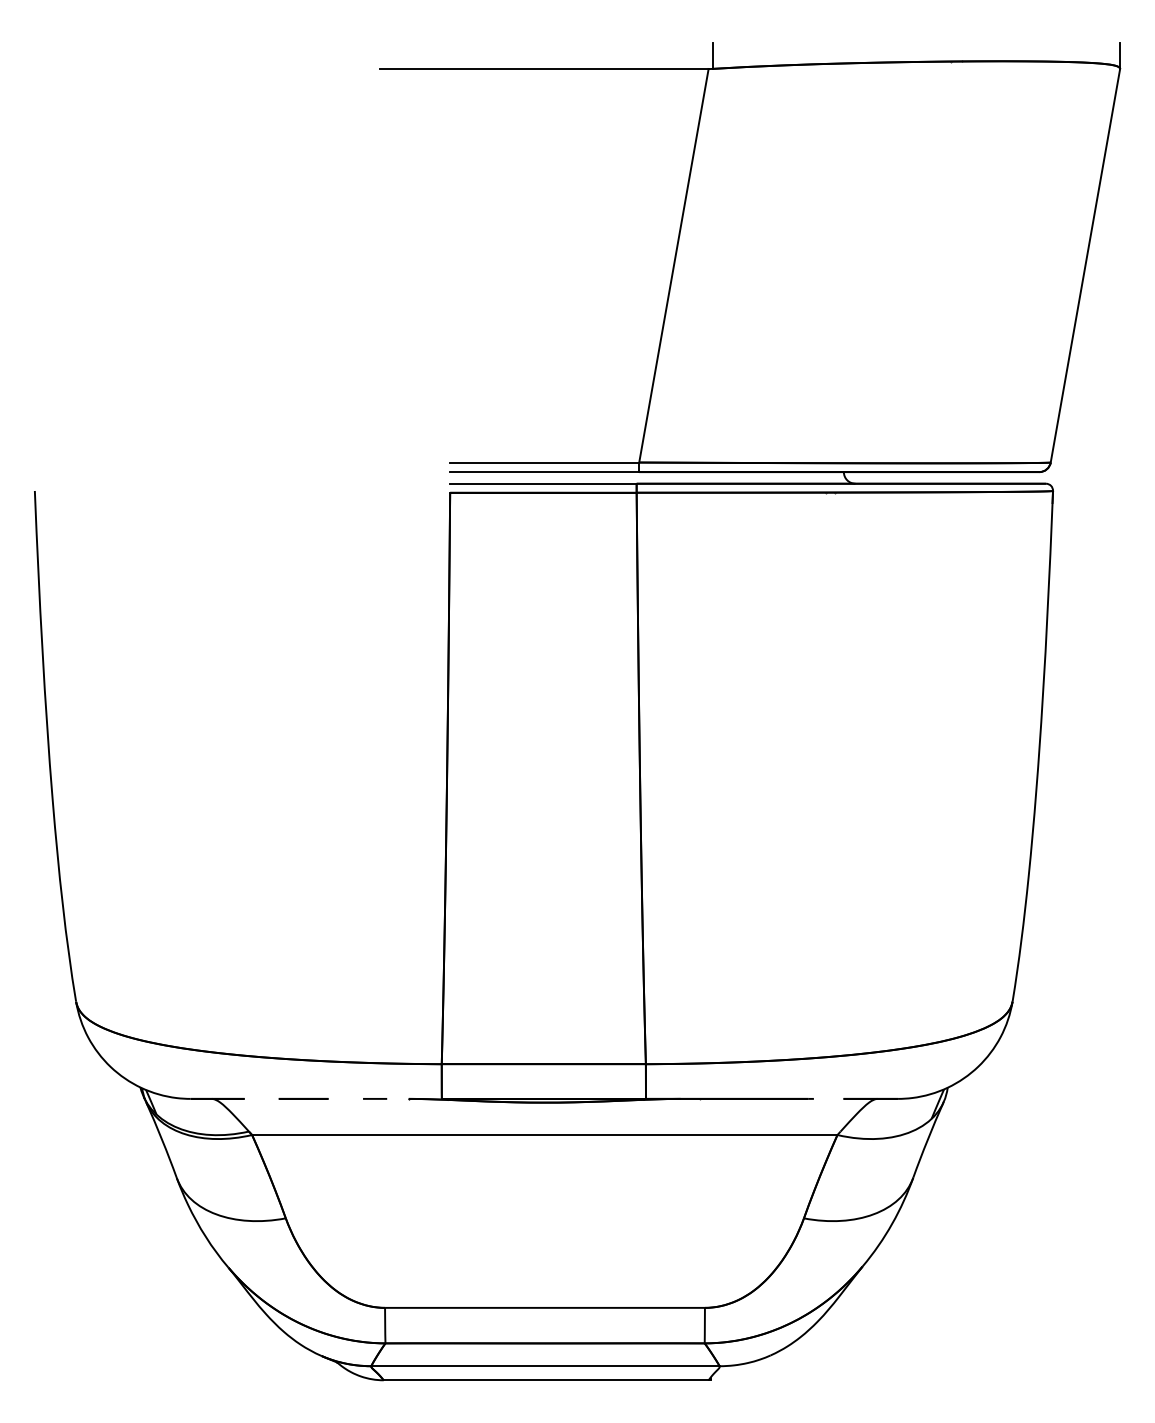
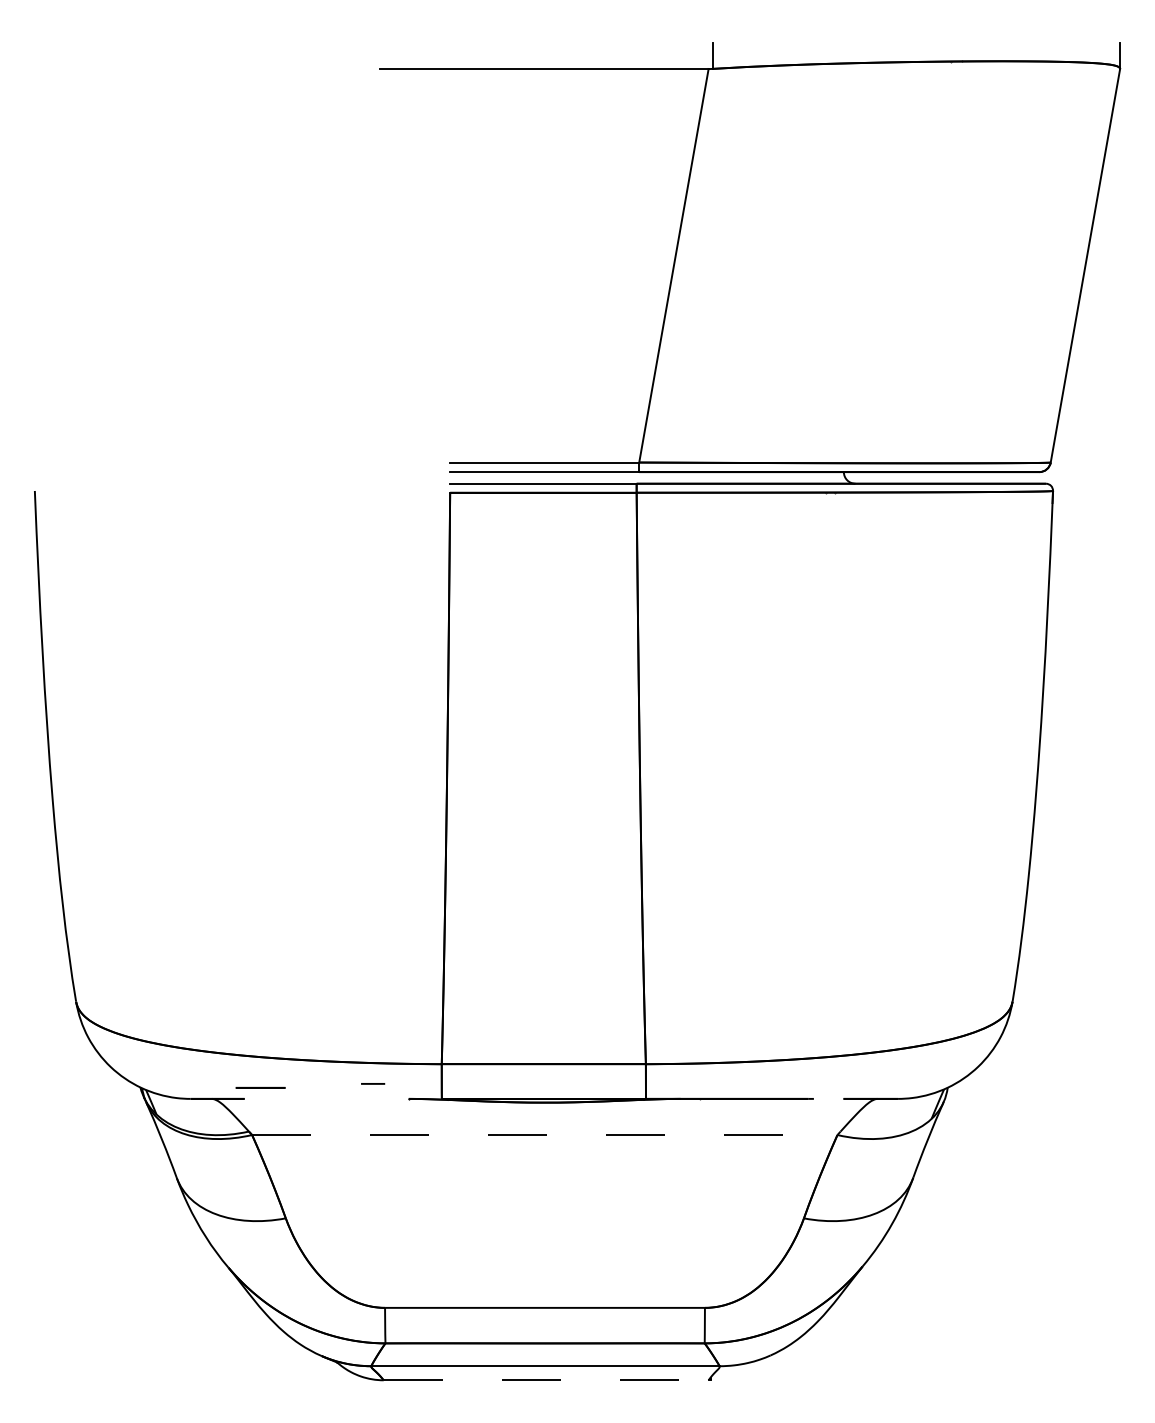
line at (303, 1098) position: (303, 1098) -> (260, 1087)
line at (375, 1098) position: (375, 1098) -> (373, 1083)
line at (544, 1135): solid -> dashed
line at (546, 1380): solid -> dashed
